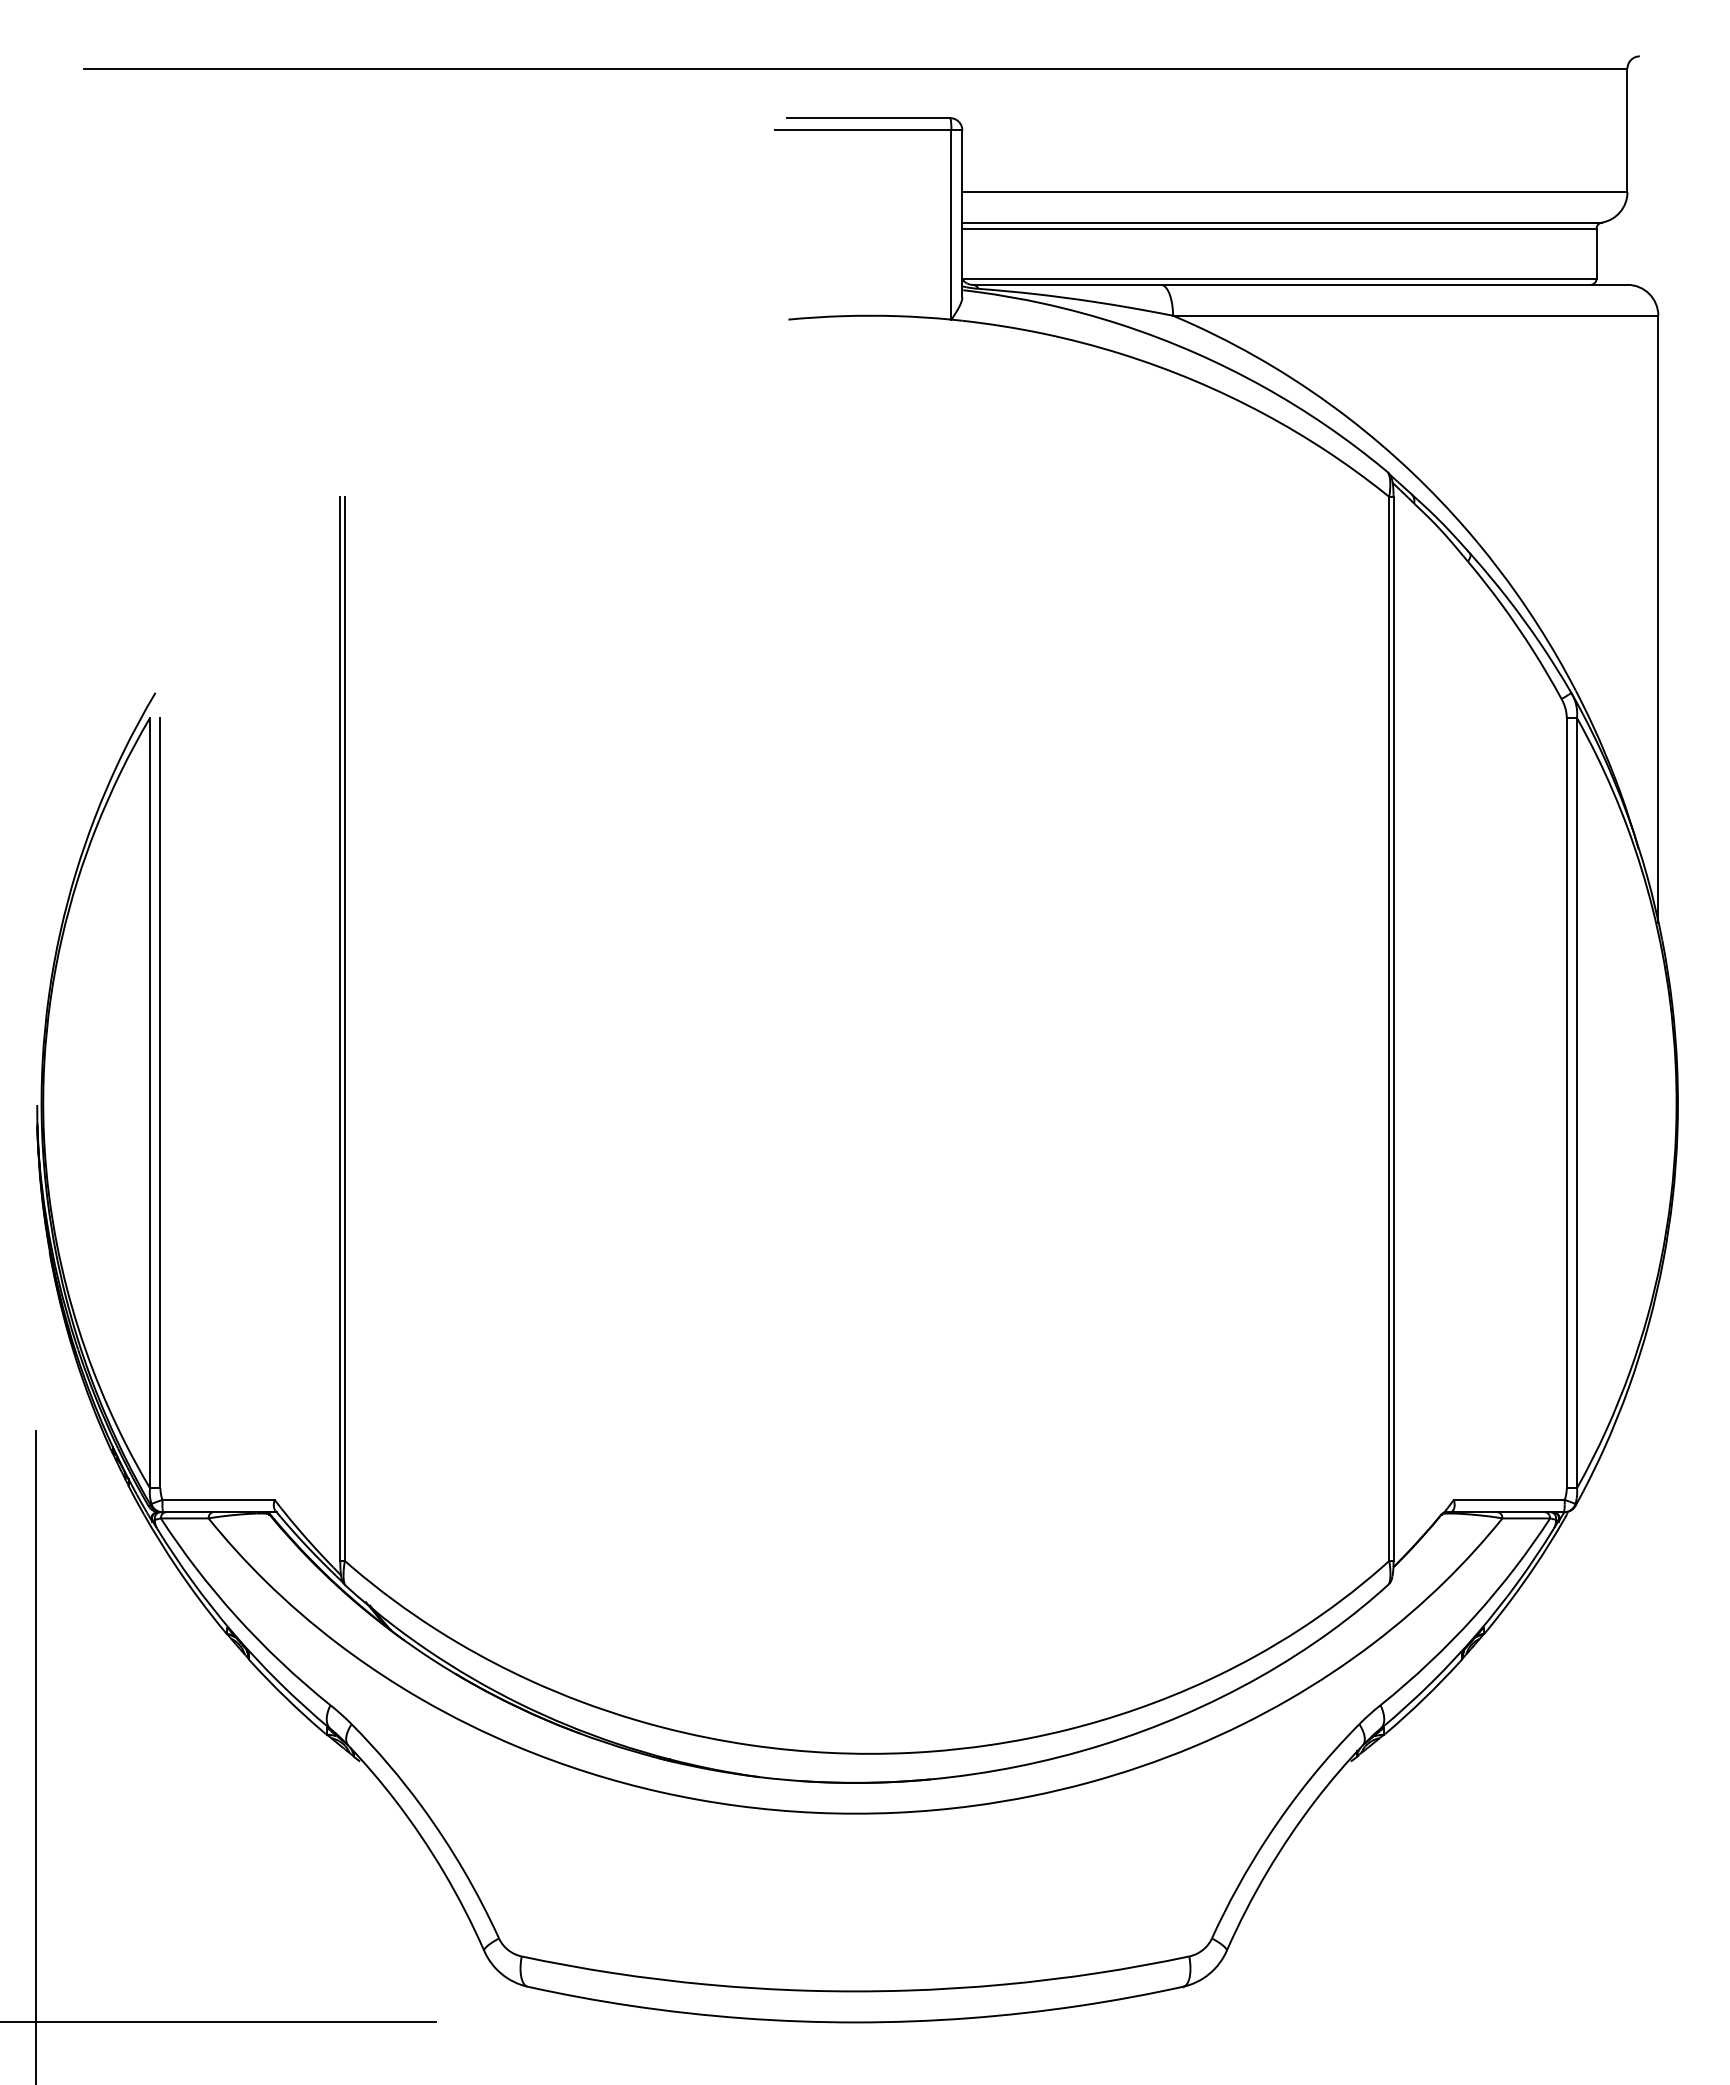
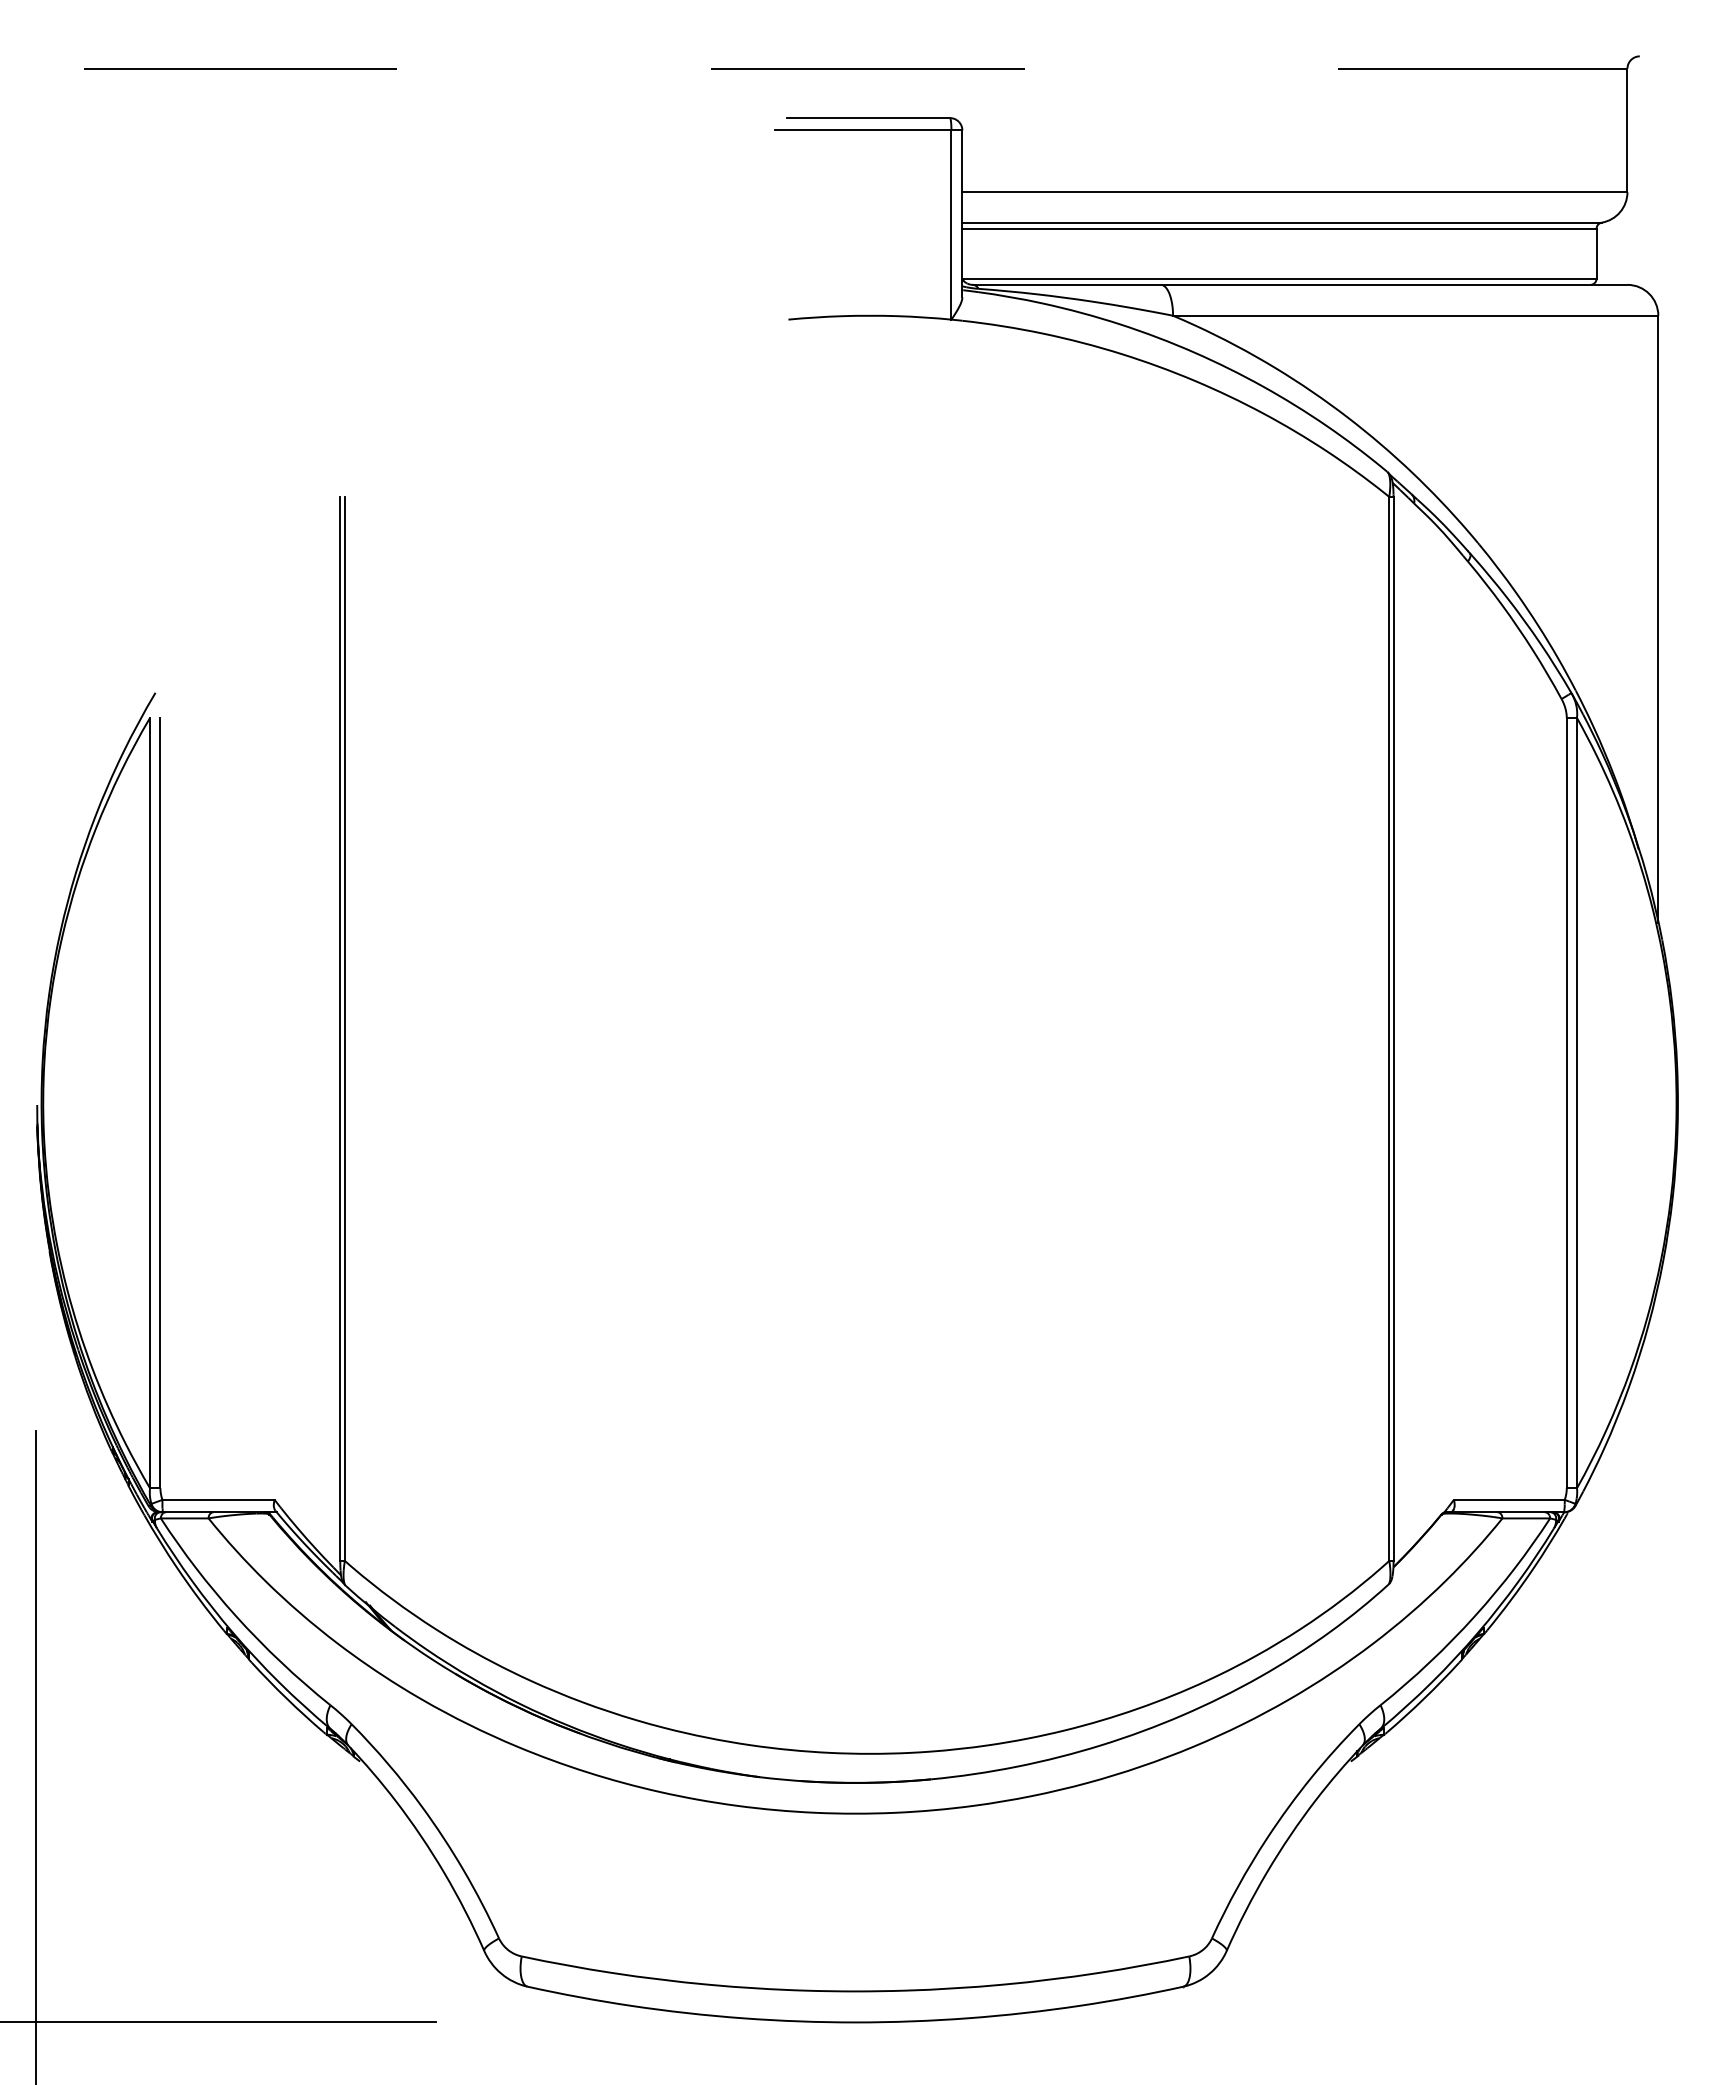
line at (855, 68): solid -> dashed
